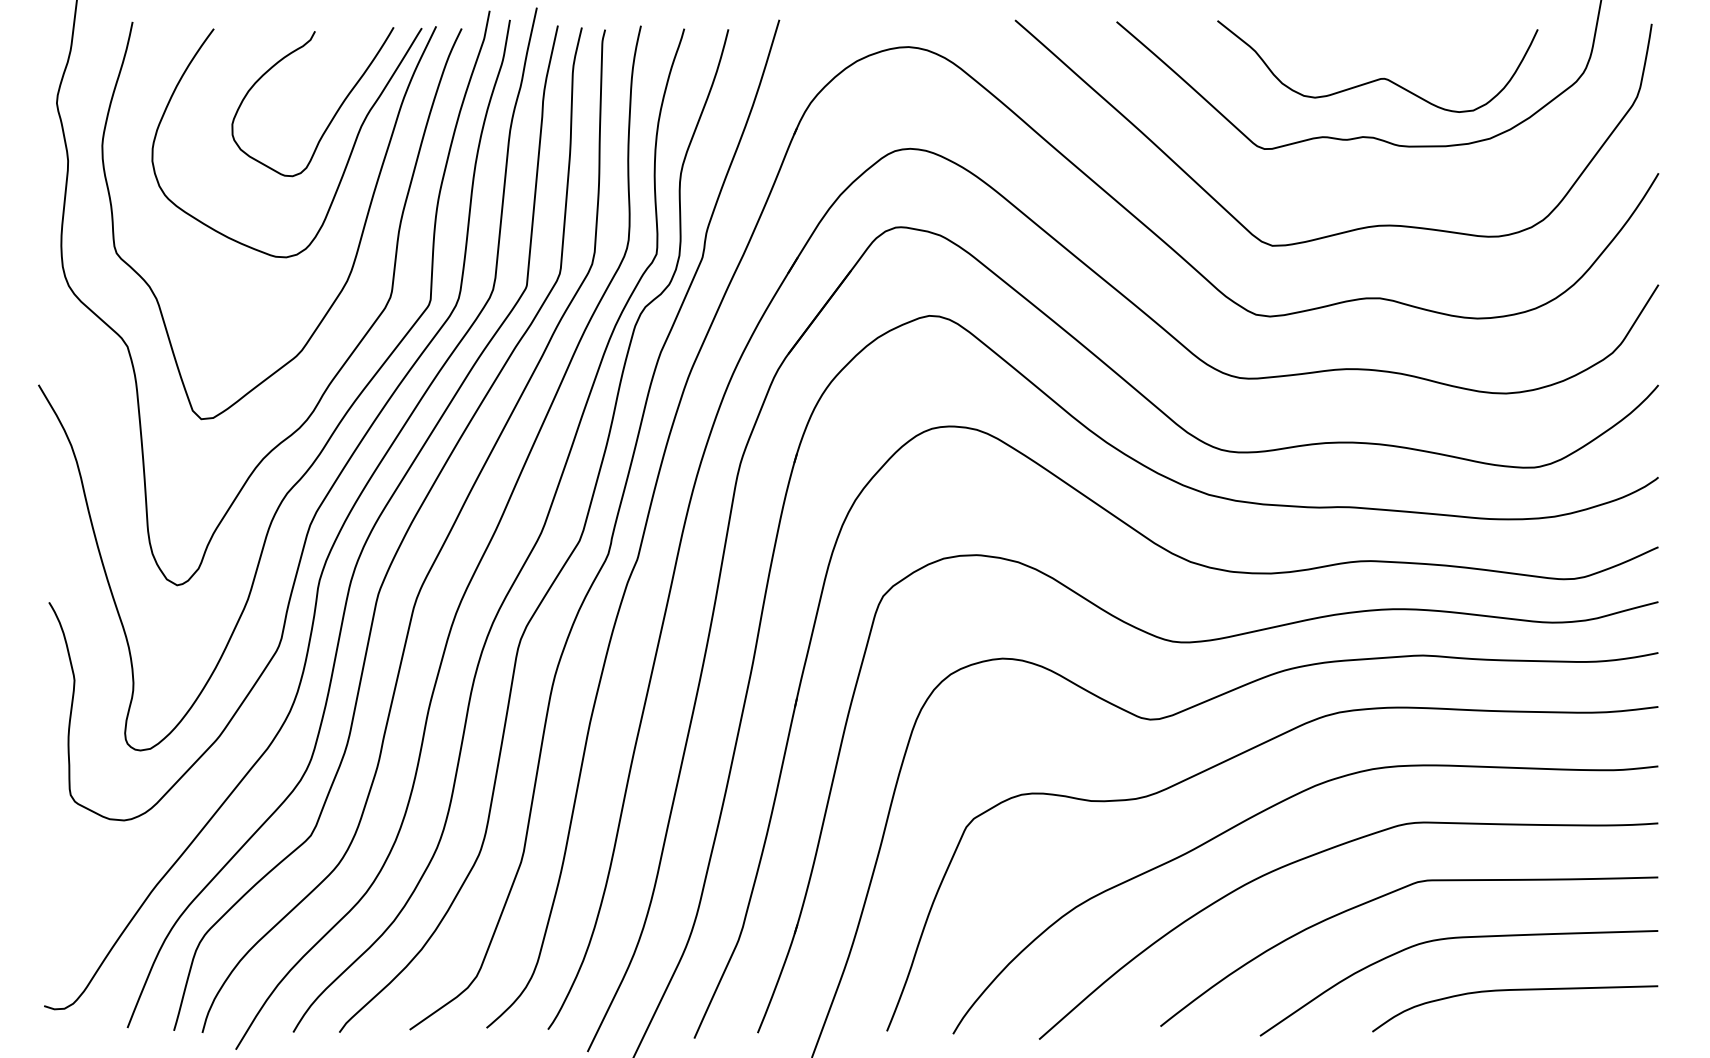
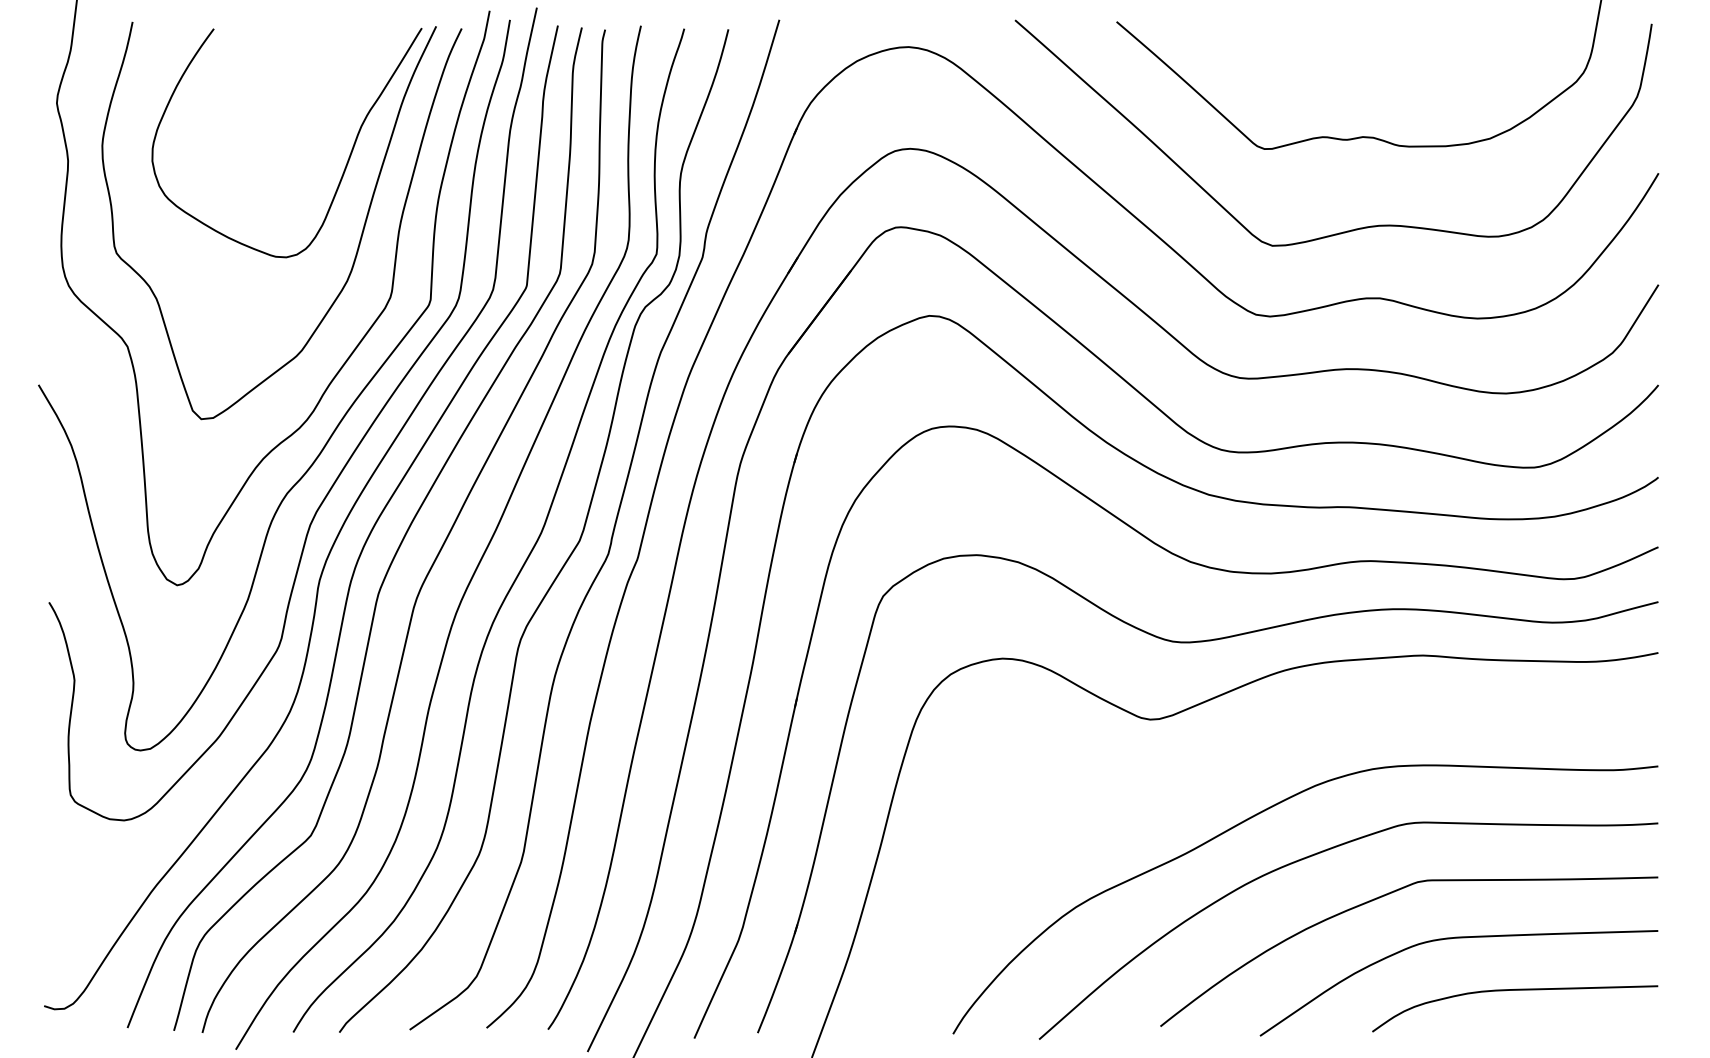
curve at (1378, 78): present -> none
curve at (333, 115): present -> none
curve at (1223, 763): present -> none
